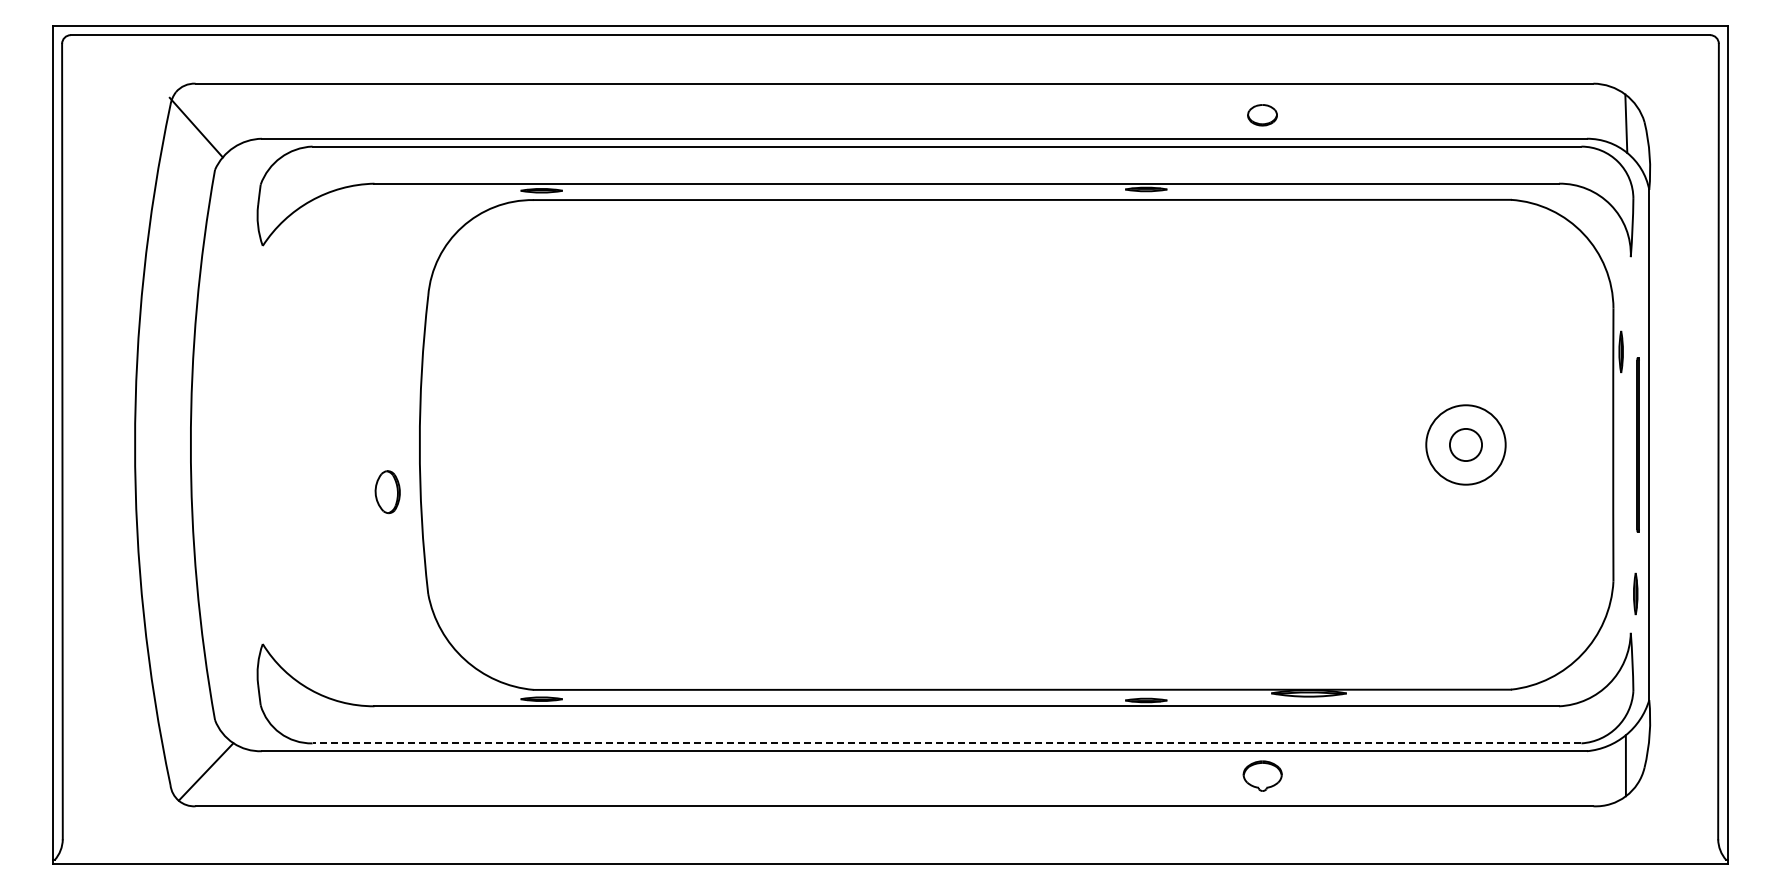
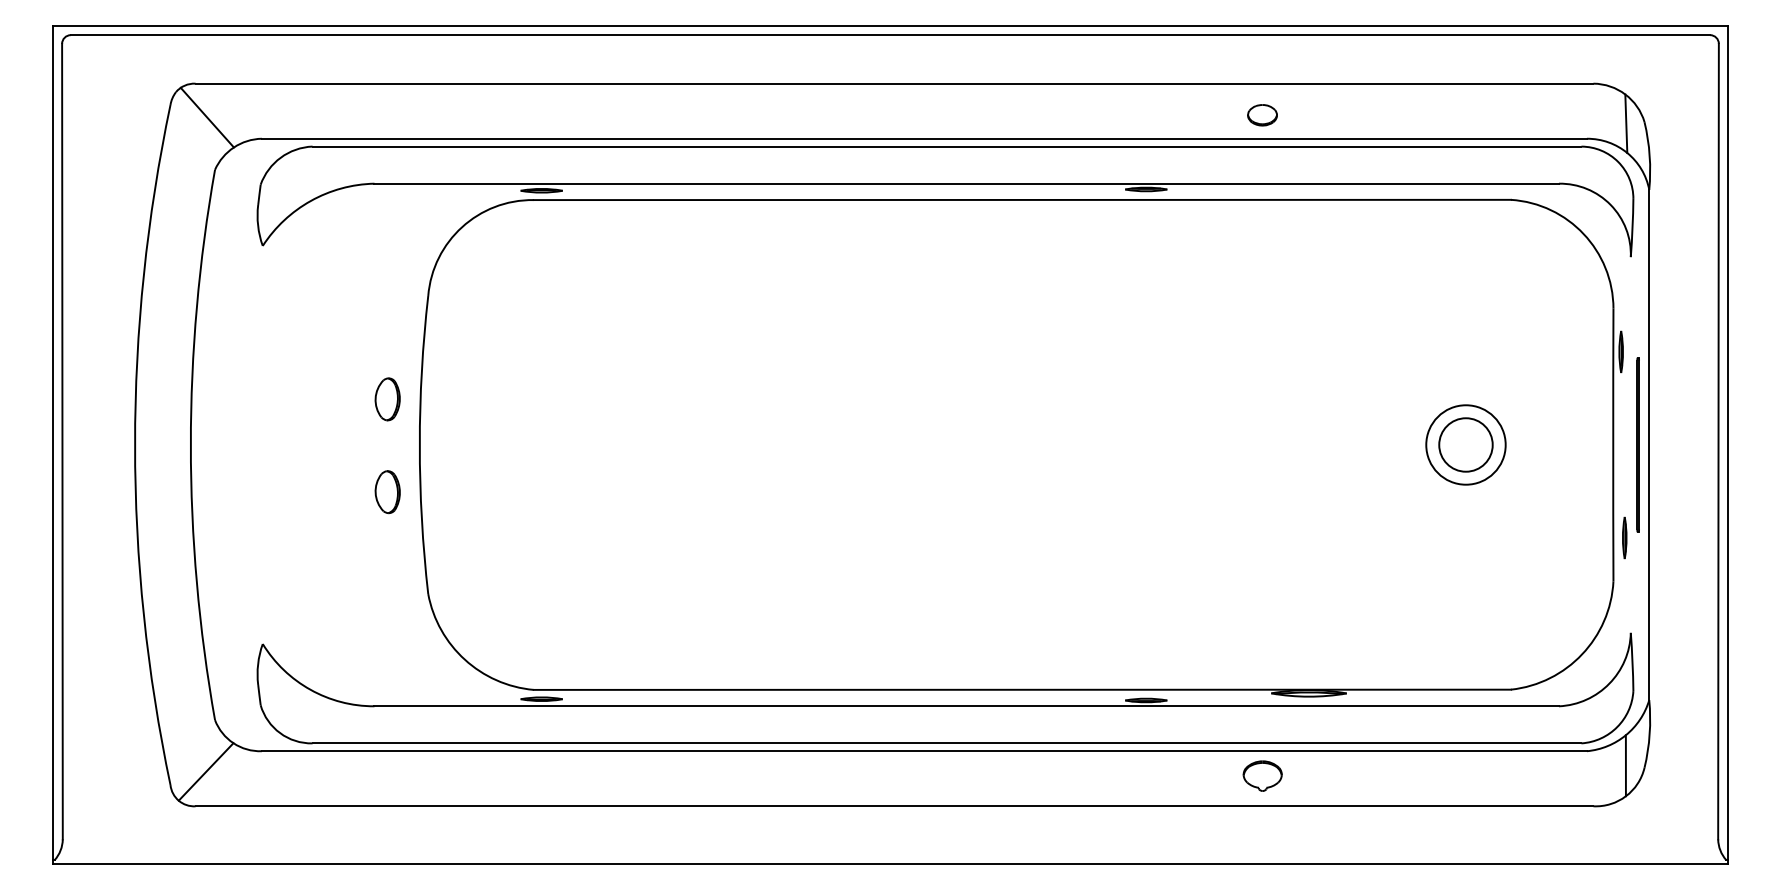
line at (195, 127) position: (195, 127) -> (206, 117)
part at (387, 399): none -> present
circle at (1465, 444) diameter: 32 px -> 53 px
part at (1635, 593) position: (1635, 593) -> (1624, 537)
line at (946, 743): dashed -> solid
